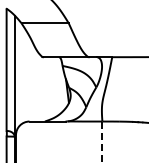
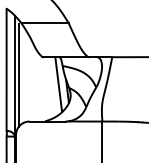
line at (18, 75): none -> present
line at (58, 84): none -> present
line at (102, 142): dashed -> solid
